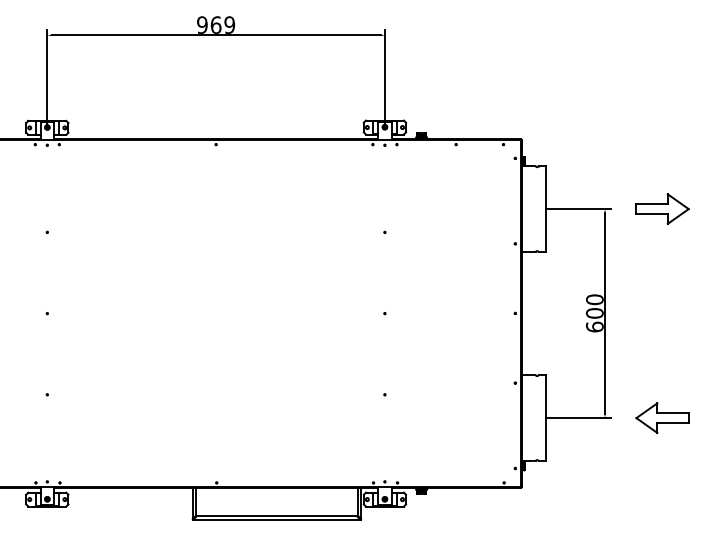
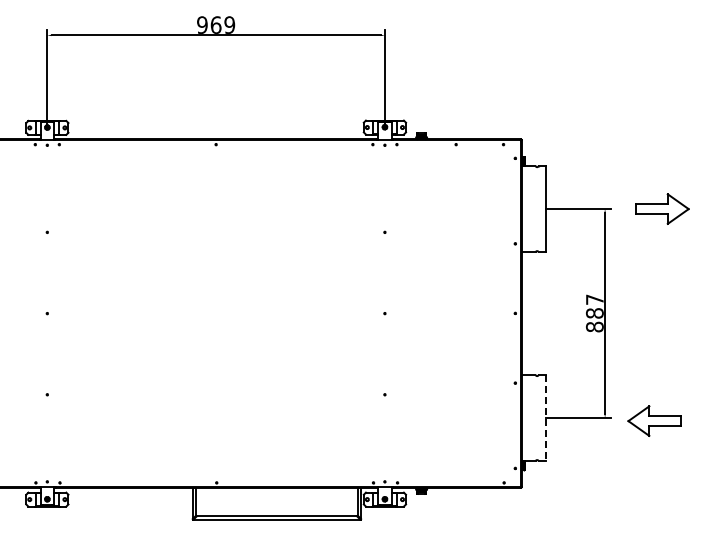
text at (594, 313): 600 -> 887
line at (545, 417): solid -> dashed
part at (662, 417) position: (662, 417) -> (654, 420)
